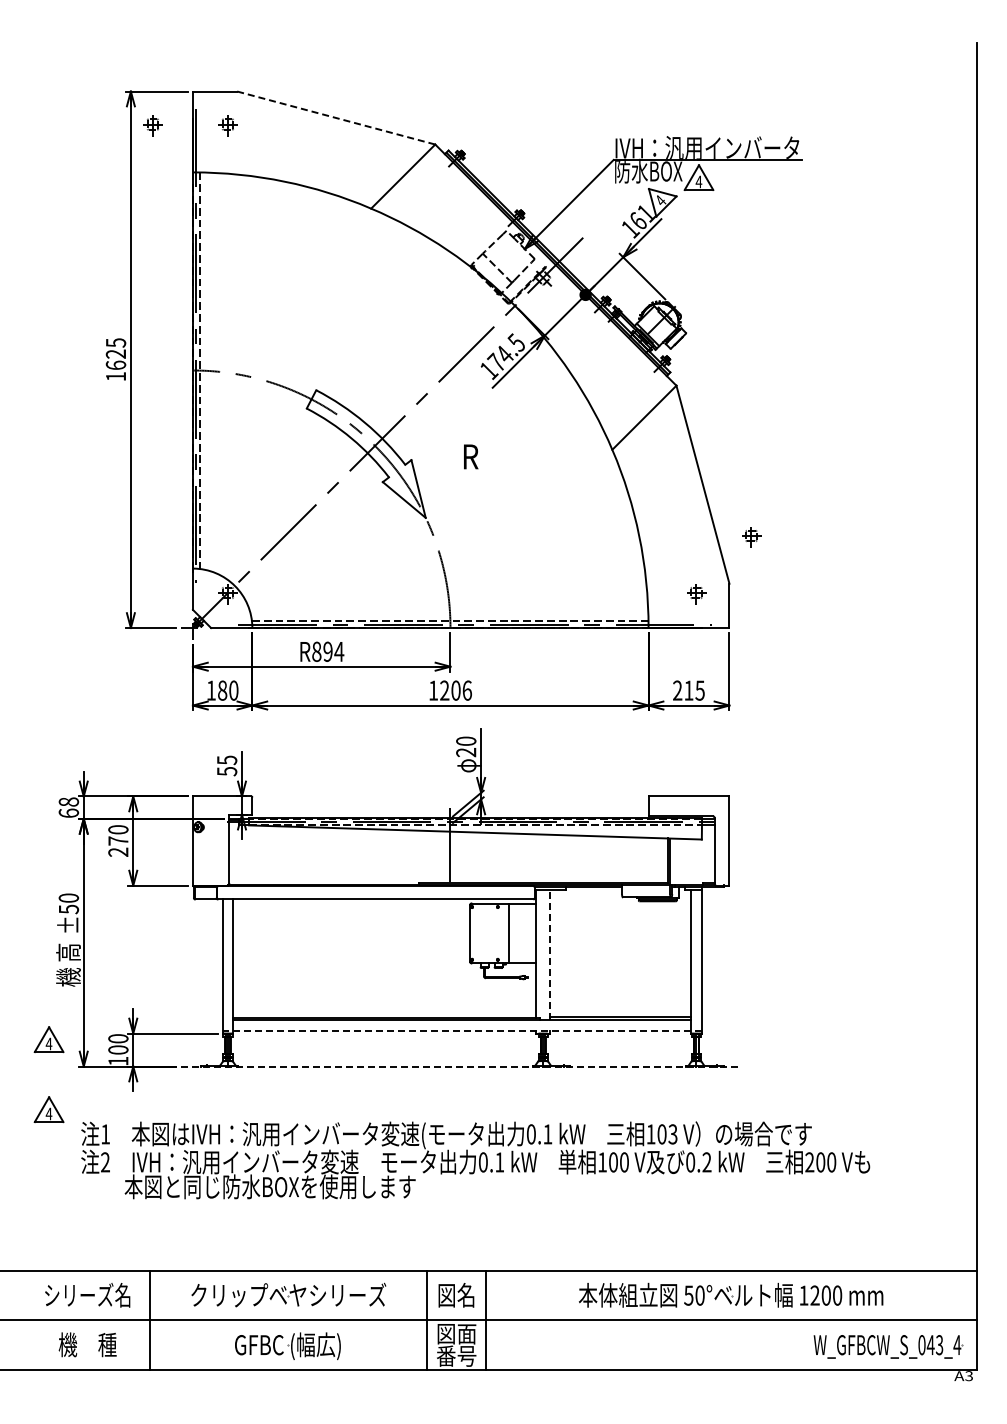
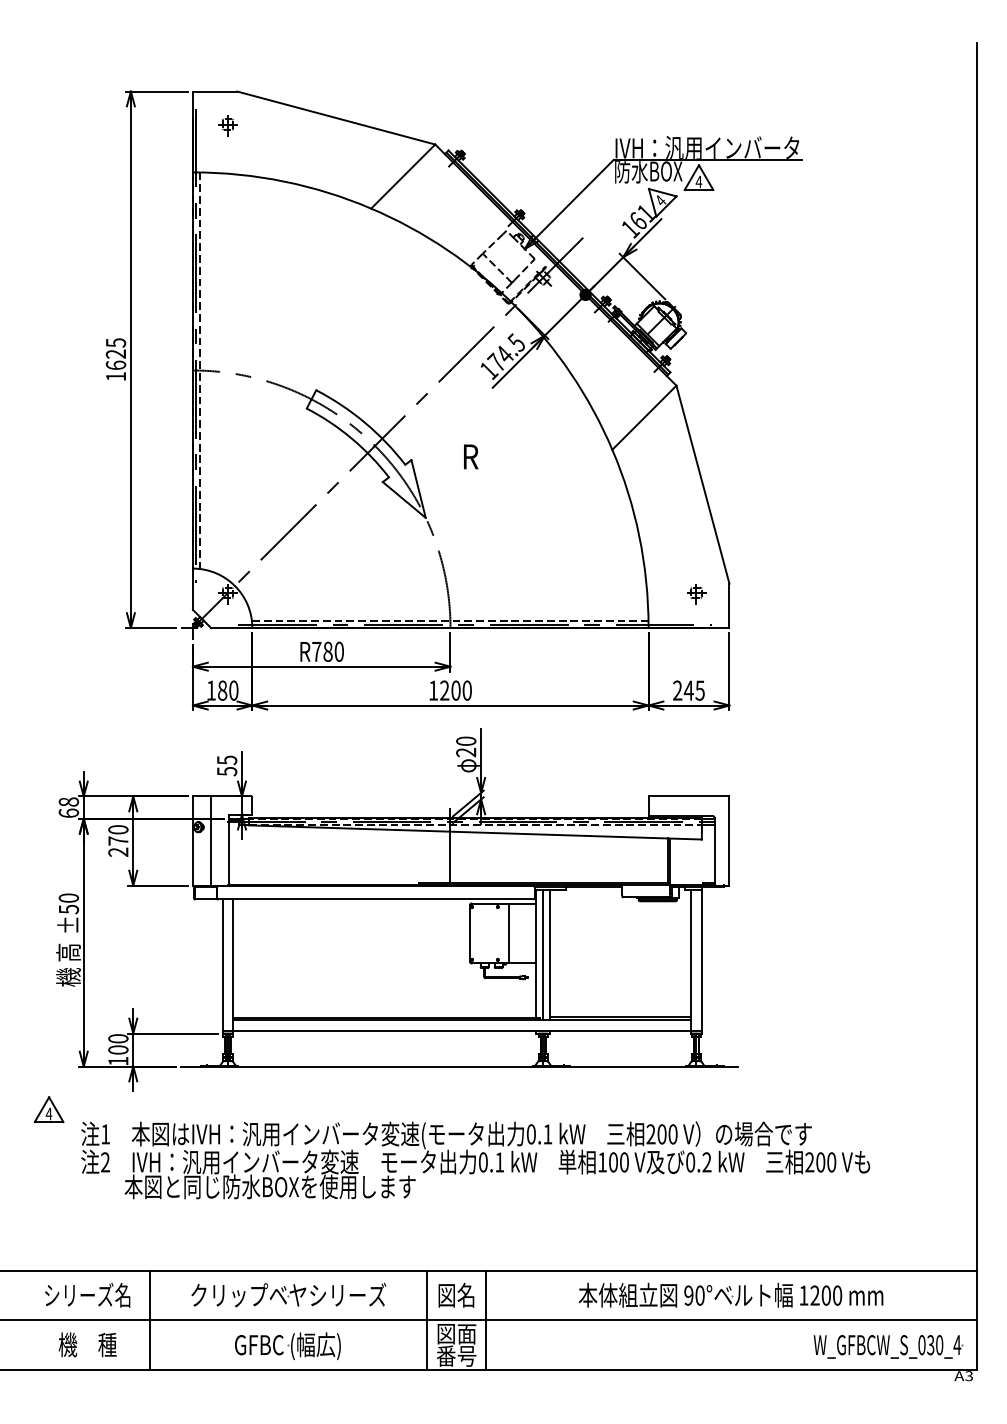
line at (336, 118): dashed -> solid
part at (152, 125): present -> none
part at (751, 537): present -> none
text at (328, 651): R894 -> R780
text at (466, 690): 1206 -> 1200
text at (688, 690): 215 -> 245
line at (211, 840): none -> present
line at (543, 954): none -> present
line at (550, 955): dashed -> solid
line at (462, 1030): dashed -> solid
part at (48, 1039): present -> none
line at (459, 1066): dashed -> solid
text at (661, 1134): 103 -> 200
text at (688, 1295): 50° -> 90°
text at (934, 1345): W_GFBCW_S_043_4 -> W_GFBCW_S_030_4
